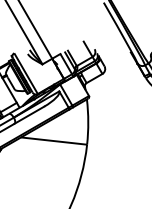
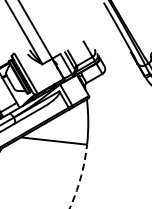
arc at (80, 177): solid -> dashed
